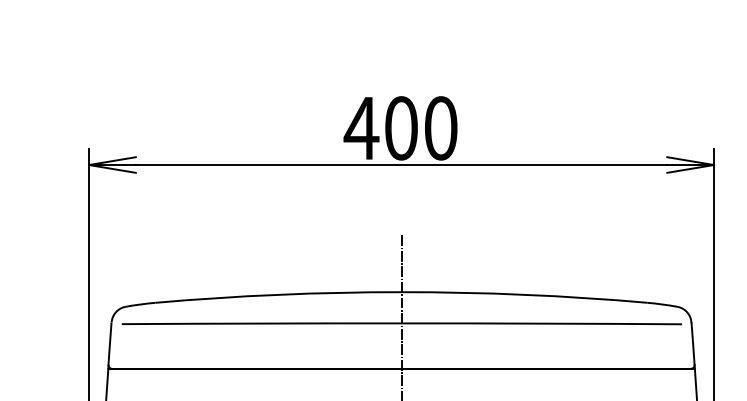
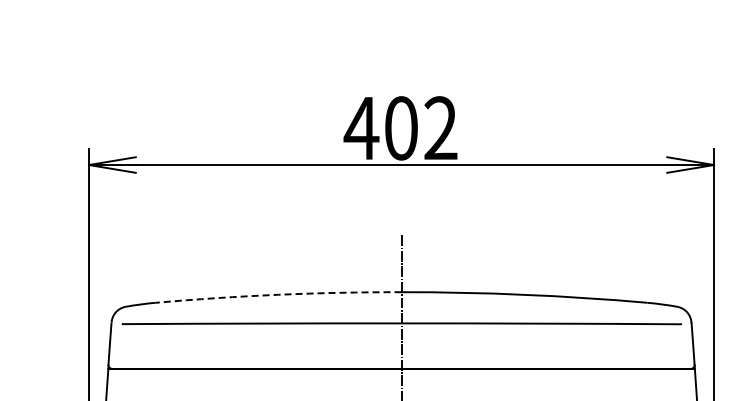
text at (440, 128): 400 -> 402
arc at (278, 294): solid -> dashed
